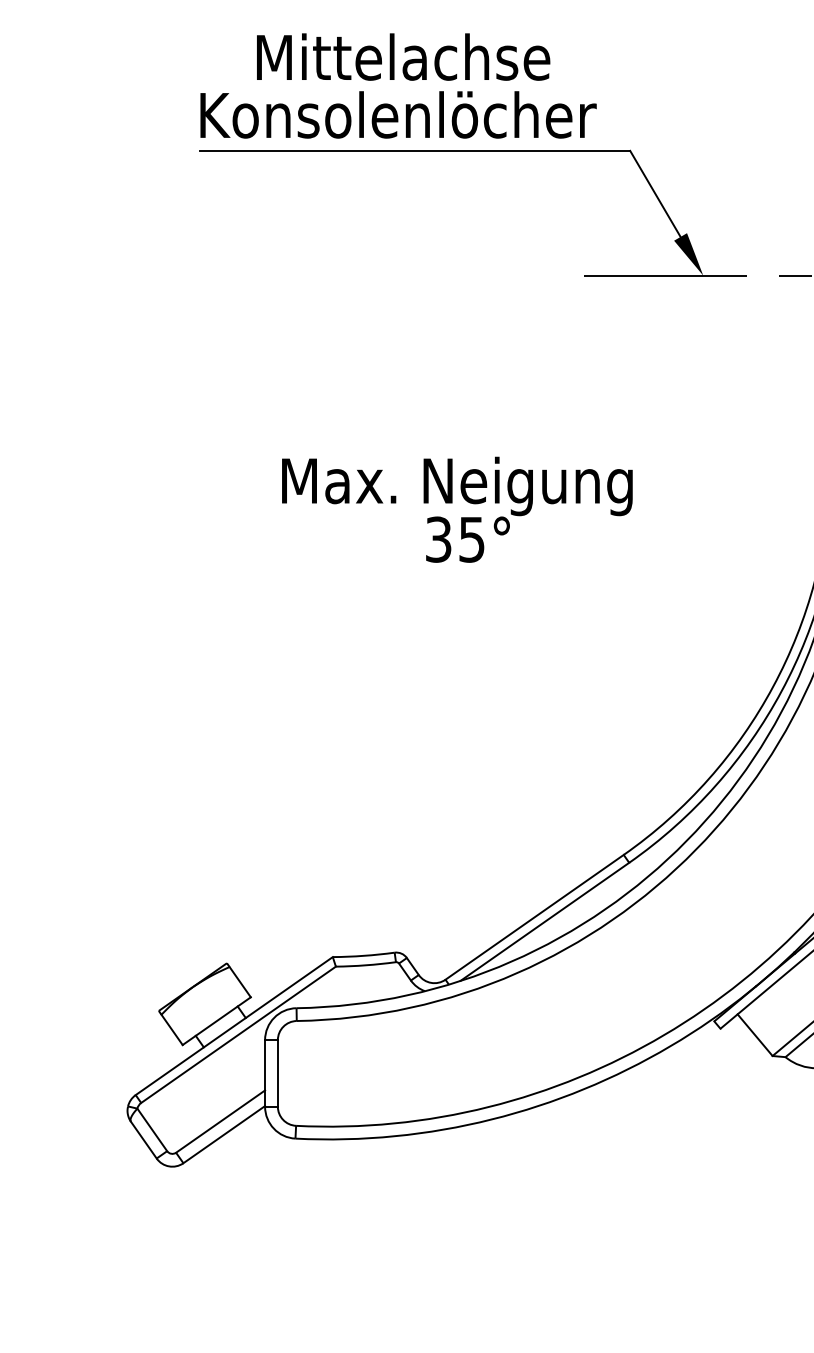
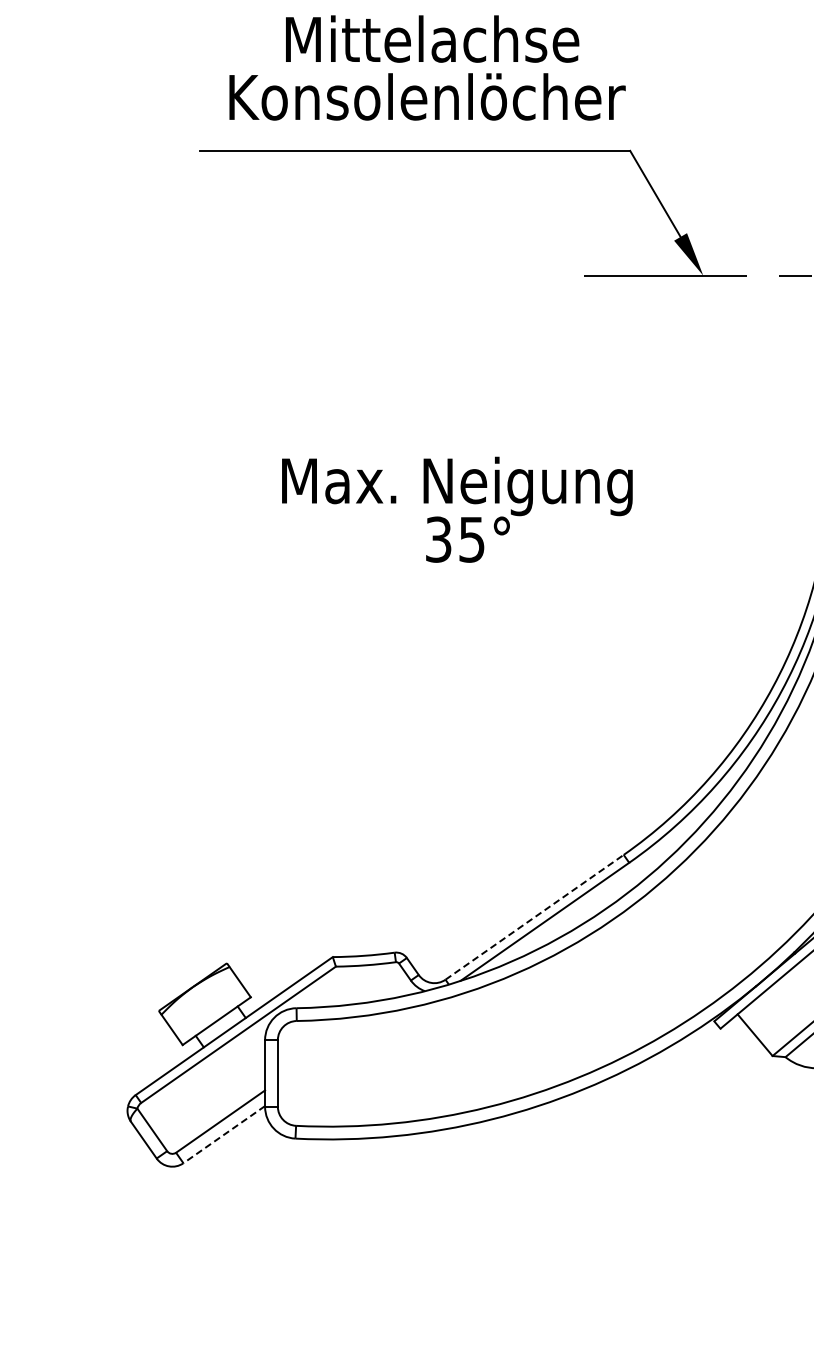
text at (398, 85) position: (398, 85) -> (427, 67)
line at (534, 917): solid -> dashed
line at (224, 1134): solid -> dashed
